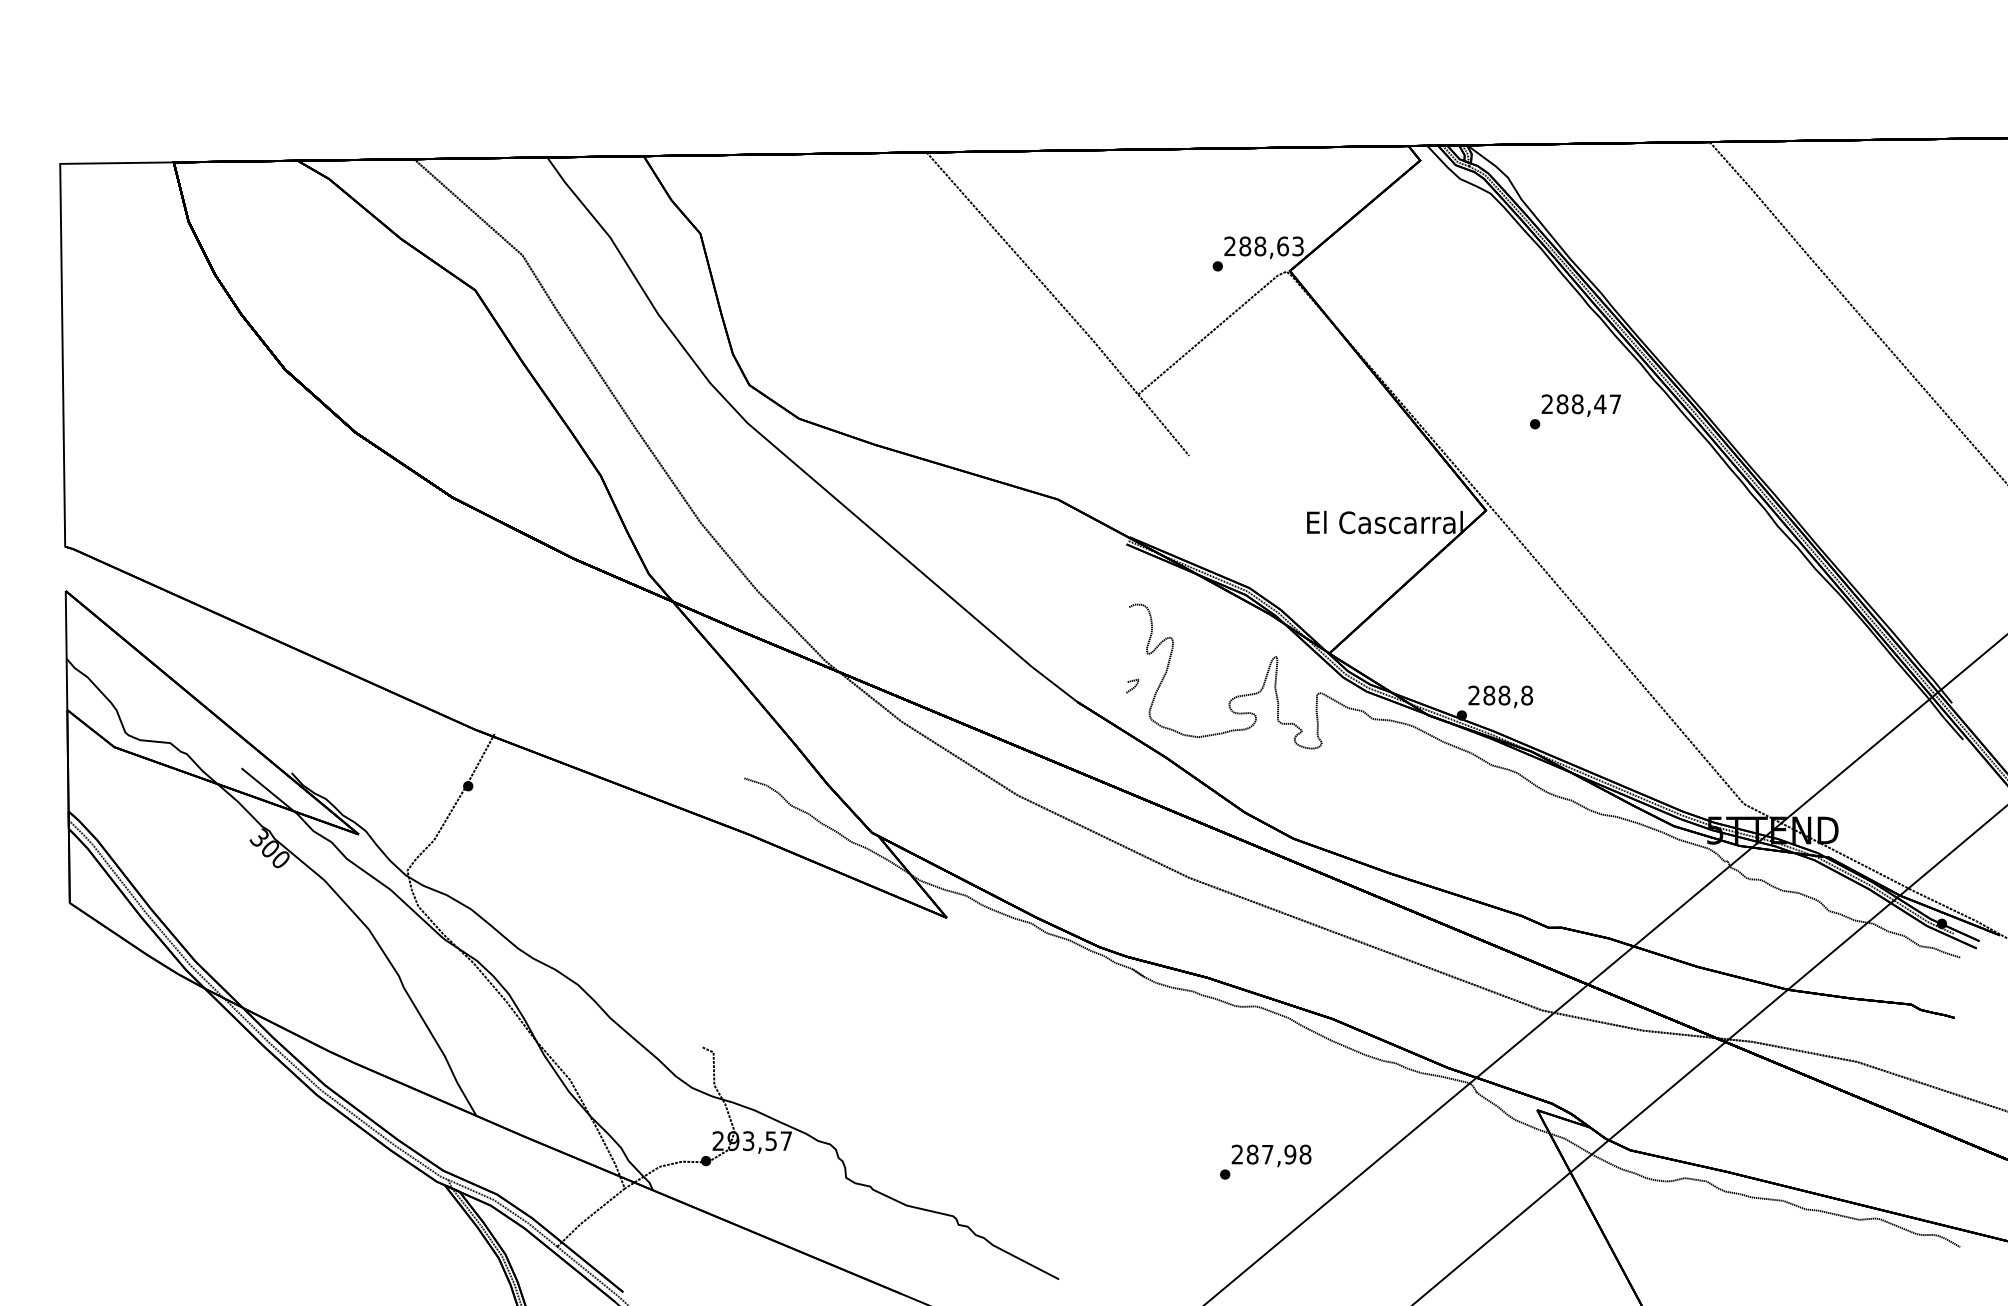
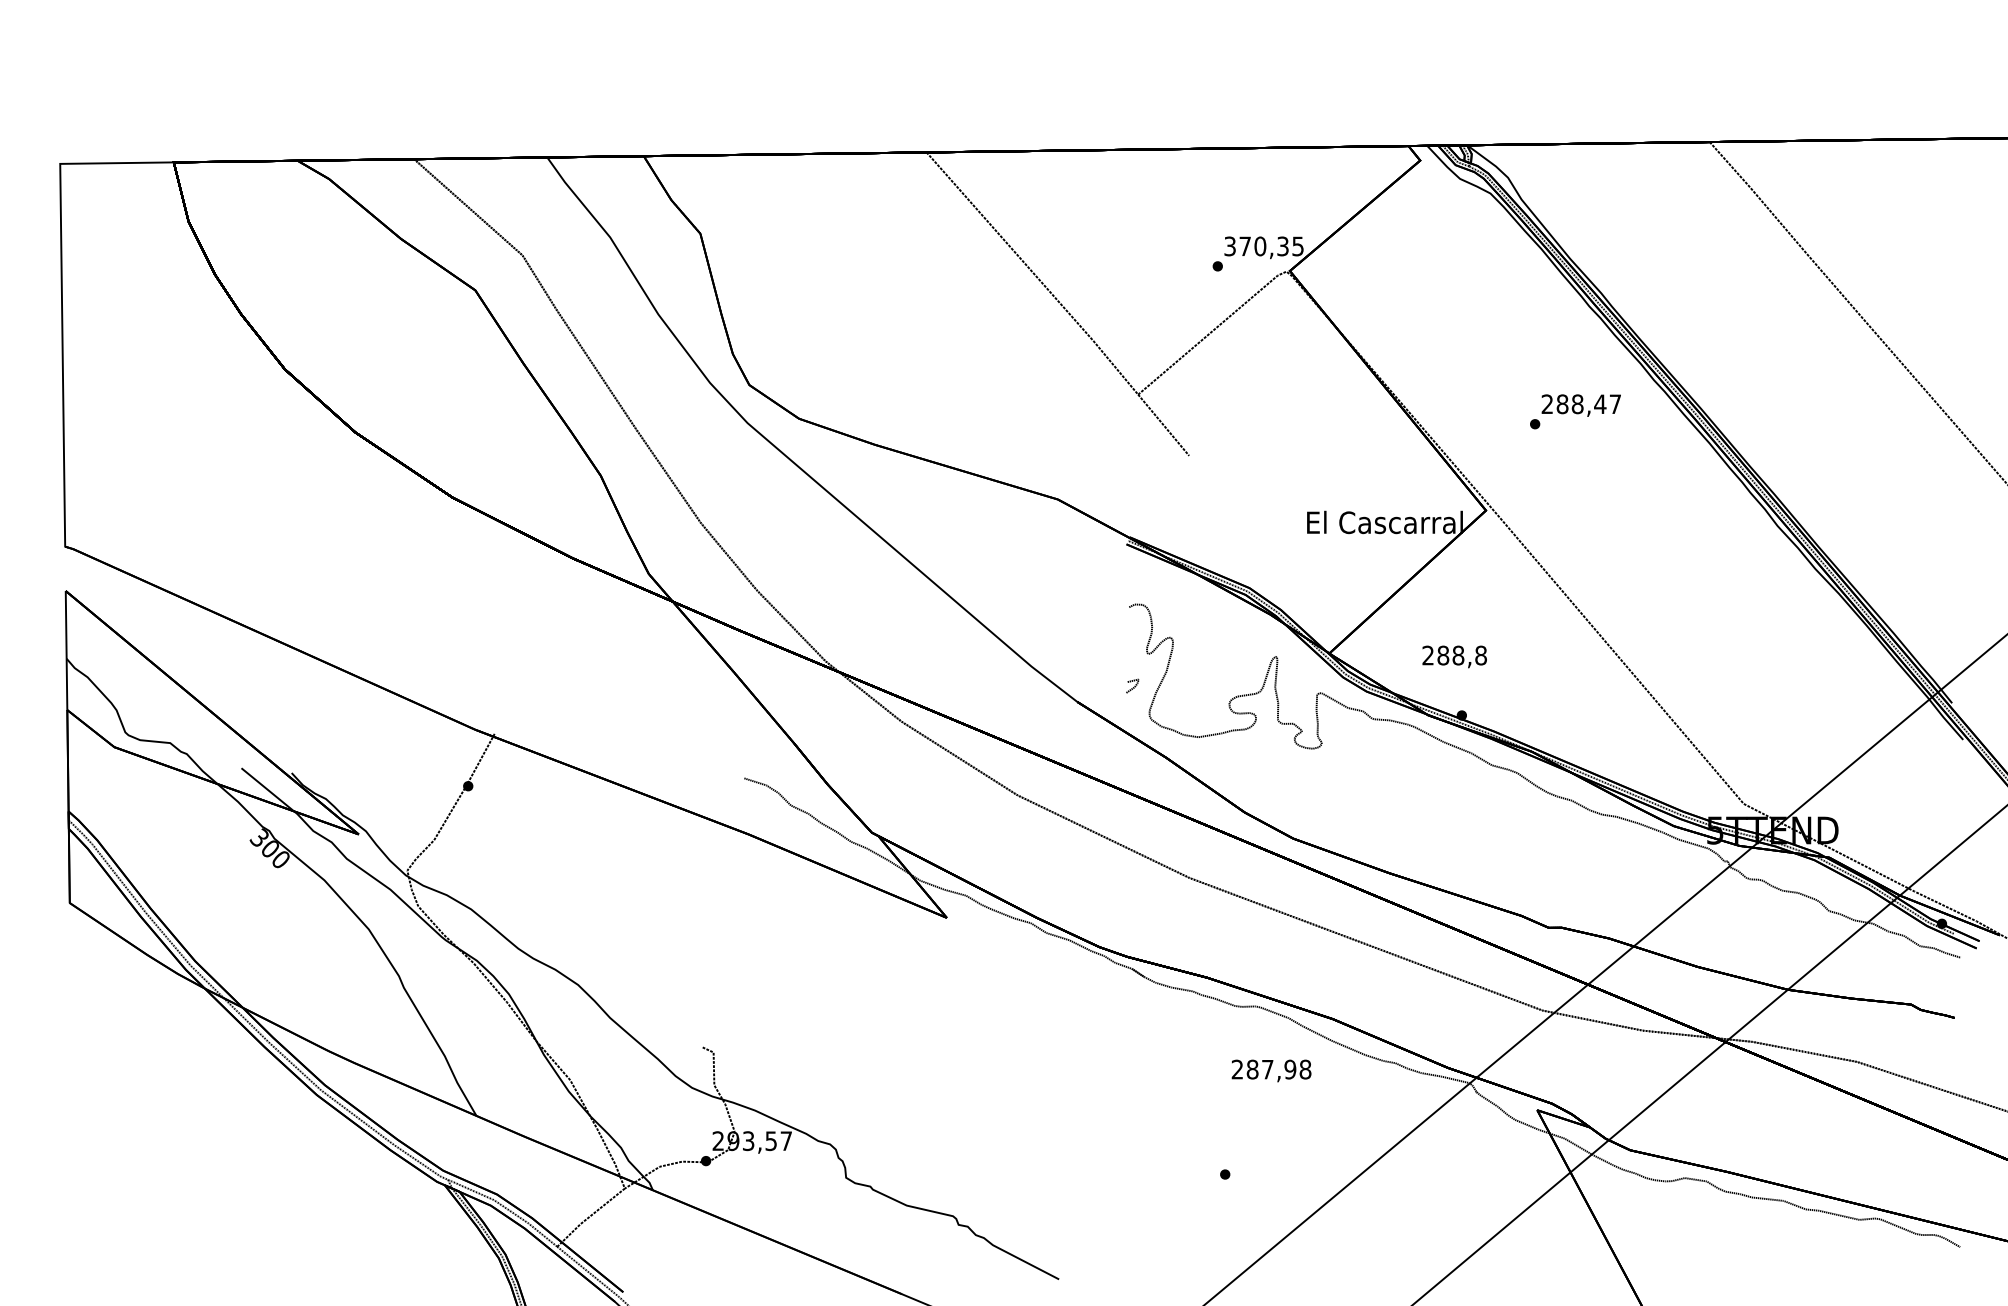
text at (1263, 246): 288,63 -> 370,35
text at (1500, 696) position: (1500, 696) -> (1454, 656)
text at (1271, 1155) position: (1271, 1155) -> (1271, 1070)
